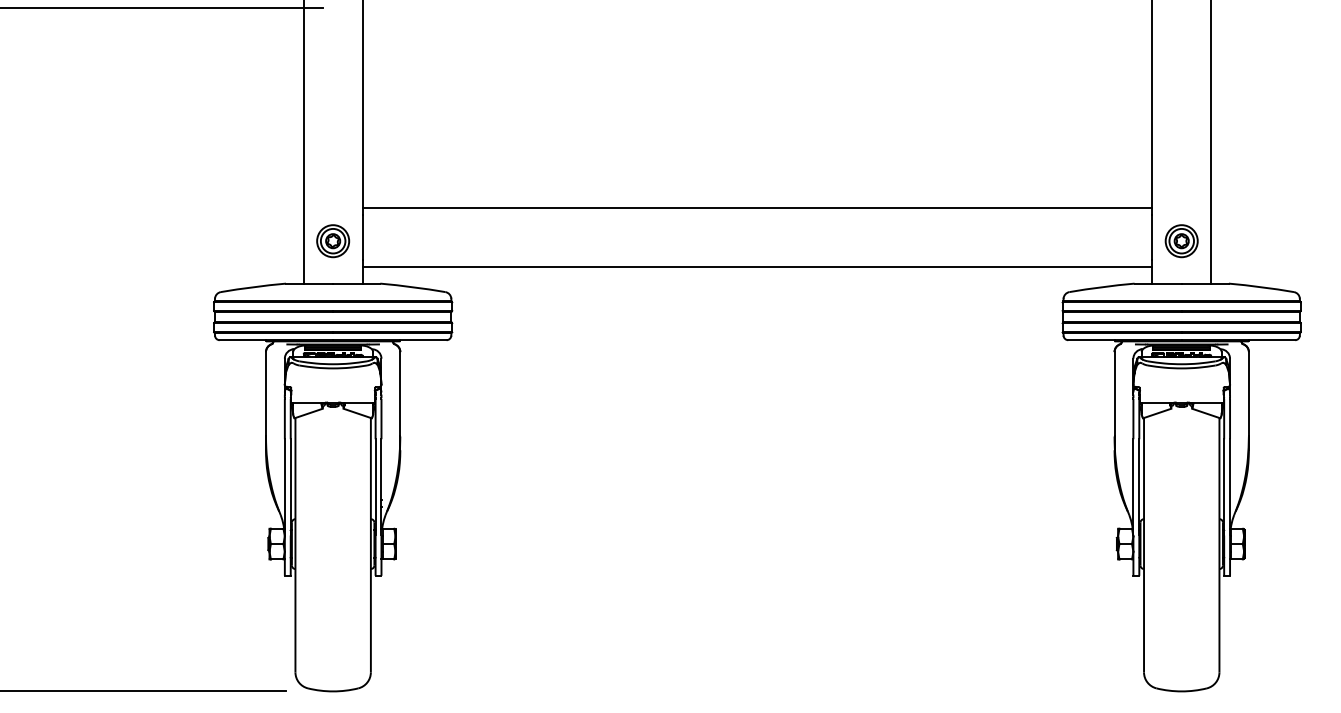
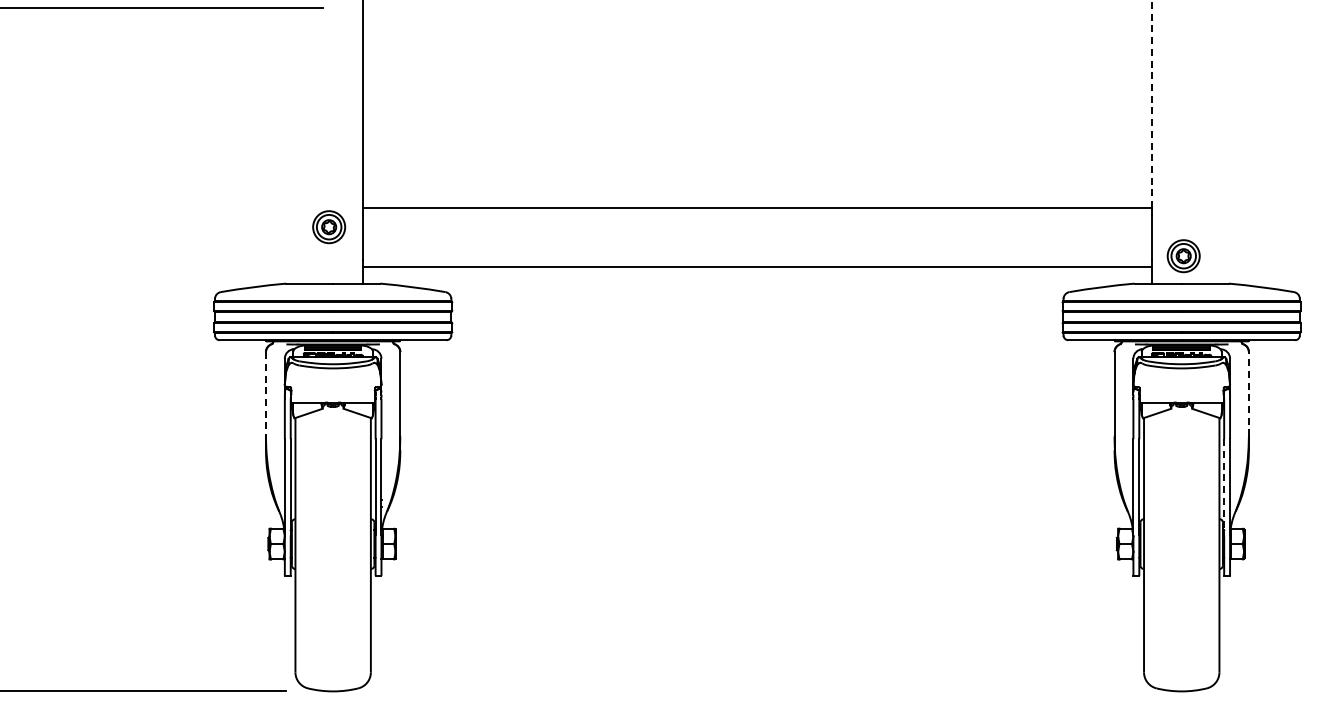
line at (1152, 103): solid -> dashed
line at (303, 142): present -> none
line at (1211, 142): present -> none
part at (333, 241) position: (333, 241) -> (329, 227)
part at (1181, 241) position: (1181, 241) -> (1183, 256)
line at (1248, 393): solid -> dashed
line at (265, 394): solid -> dashed
line at (1224, 487): solid -> dashed
